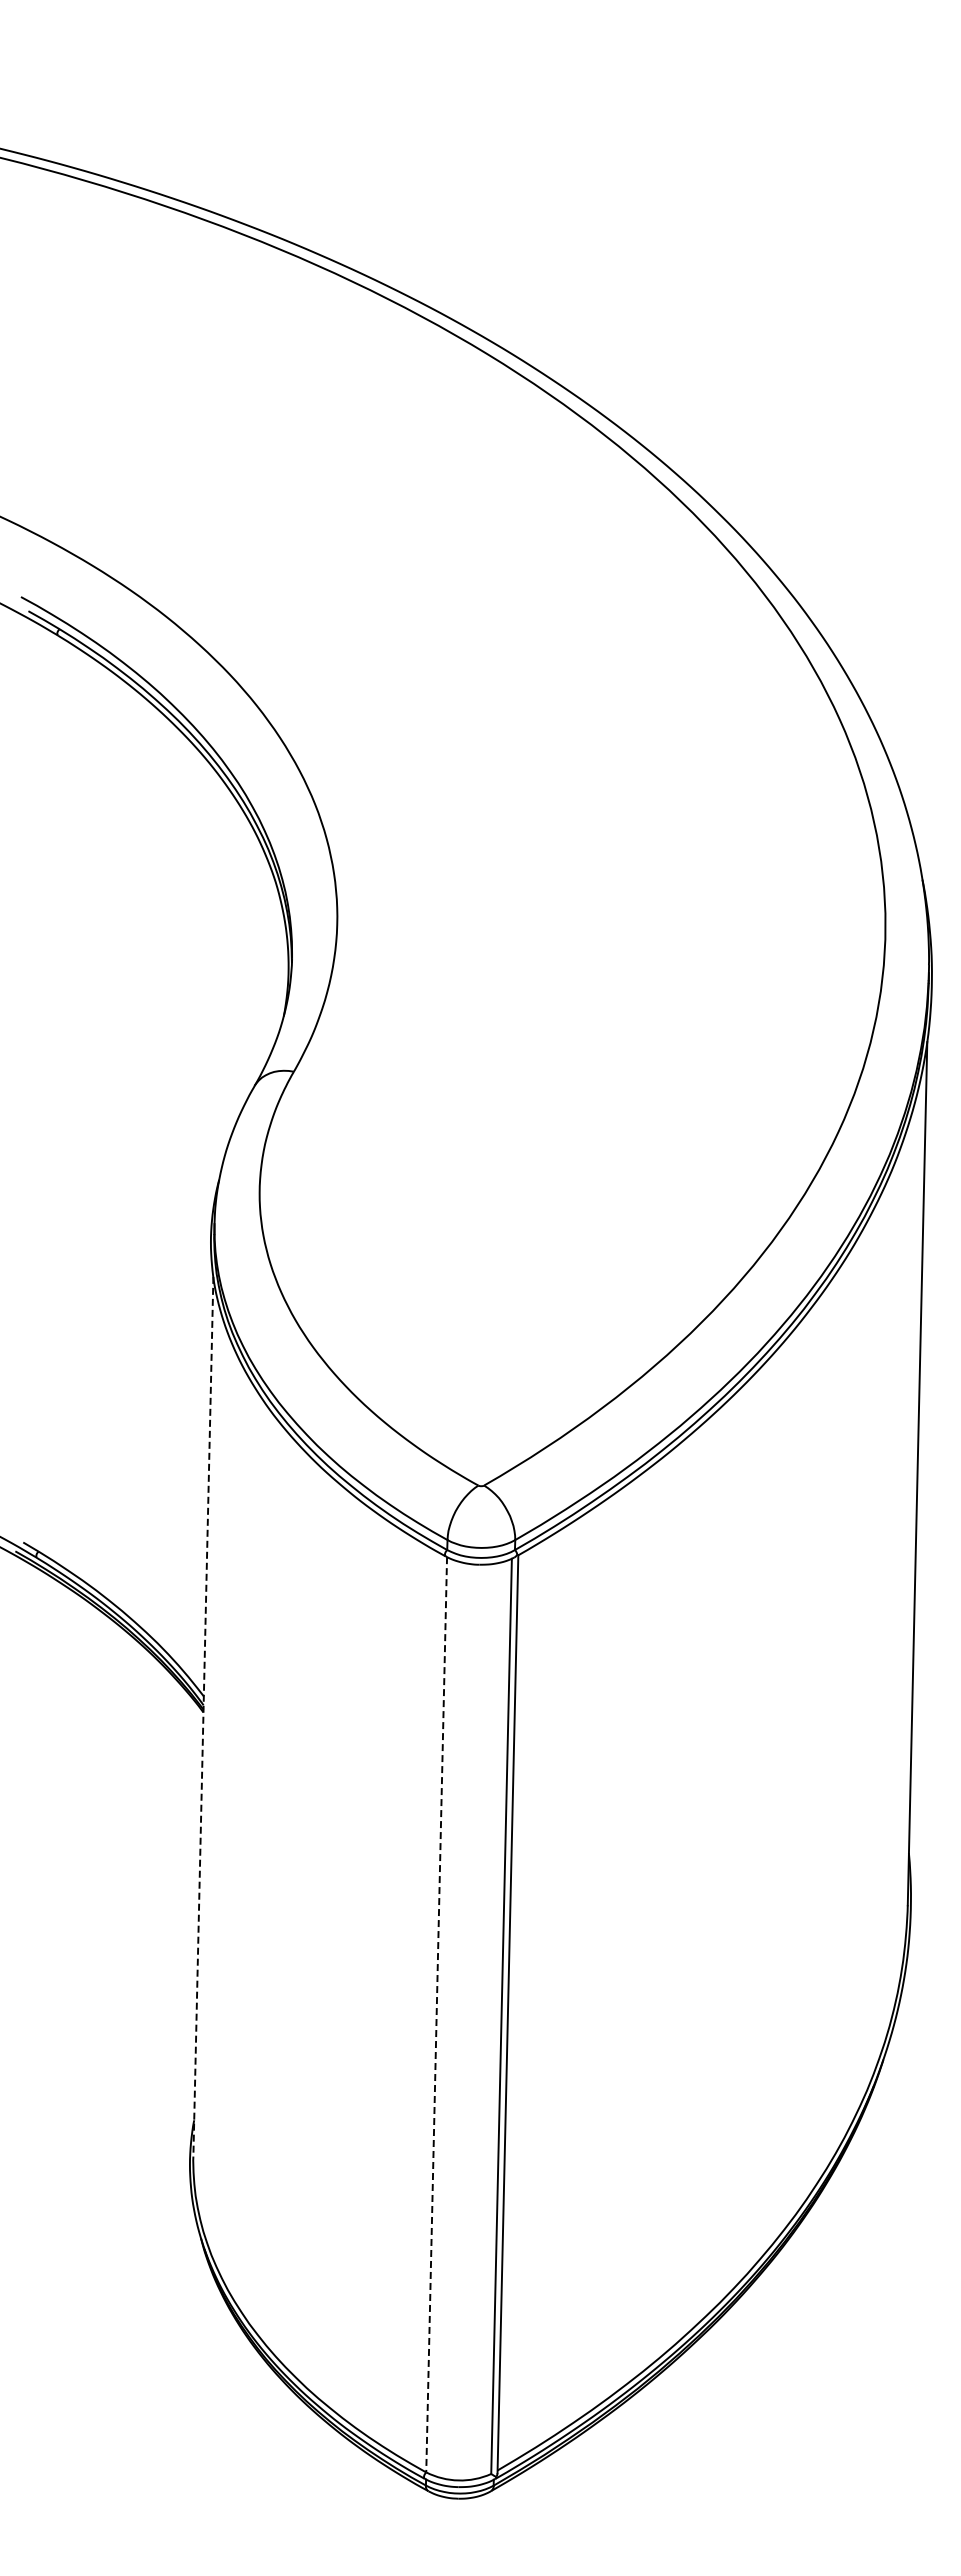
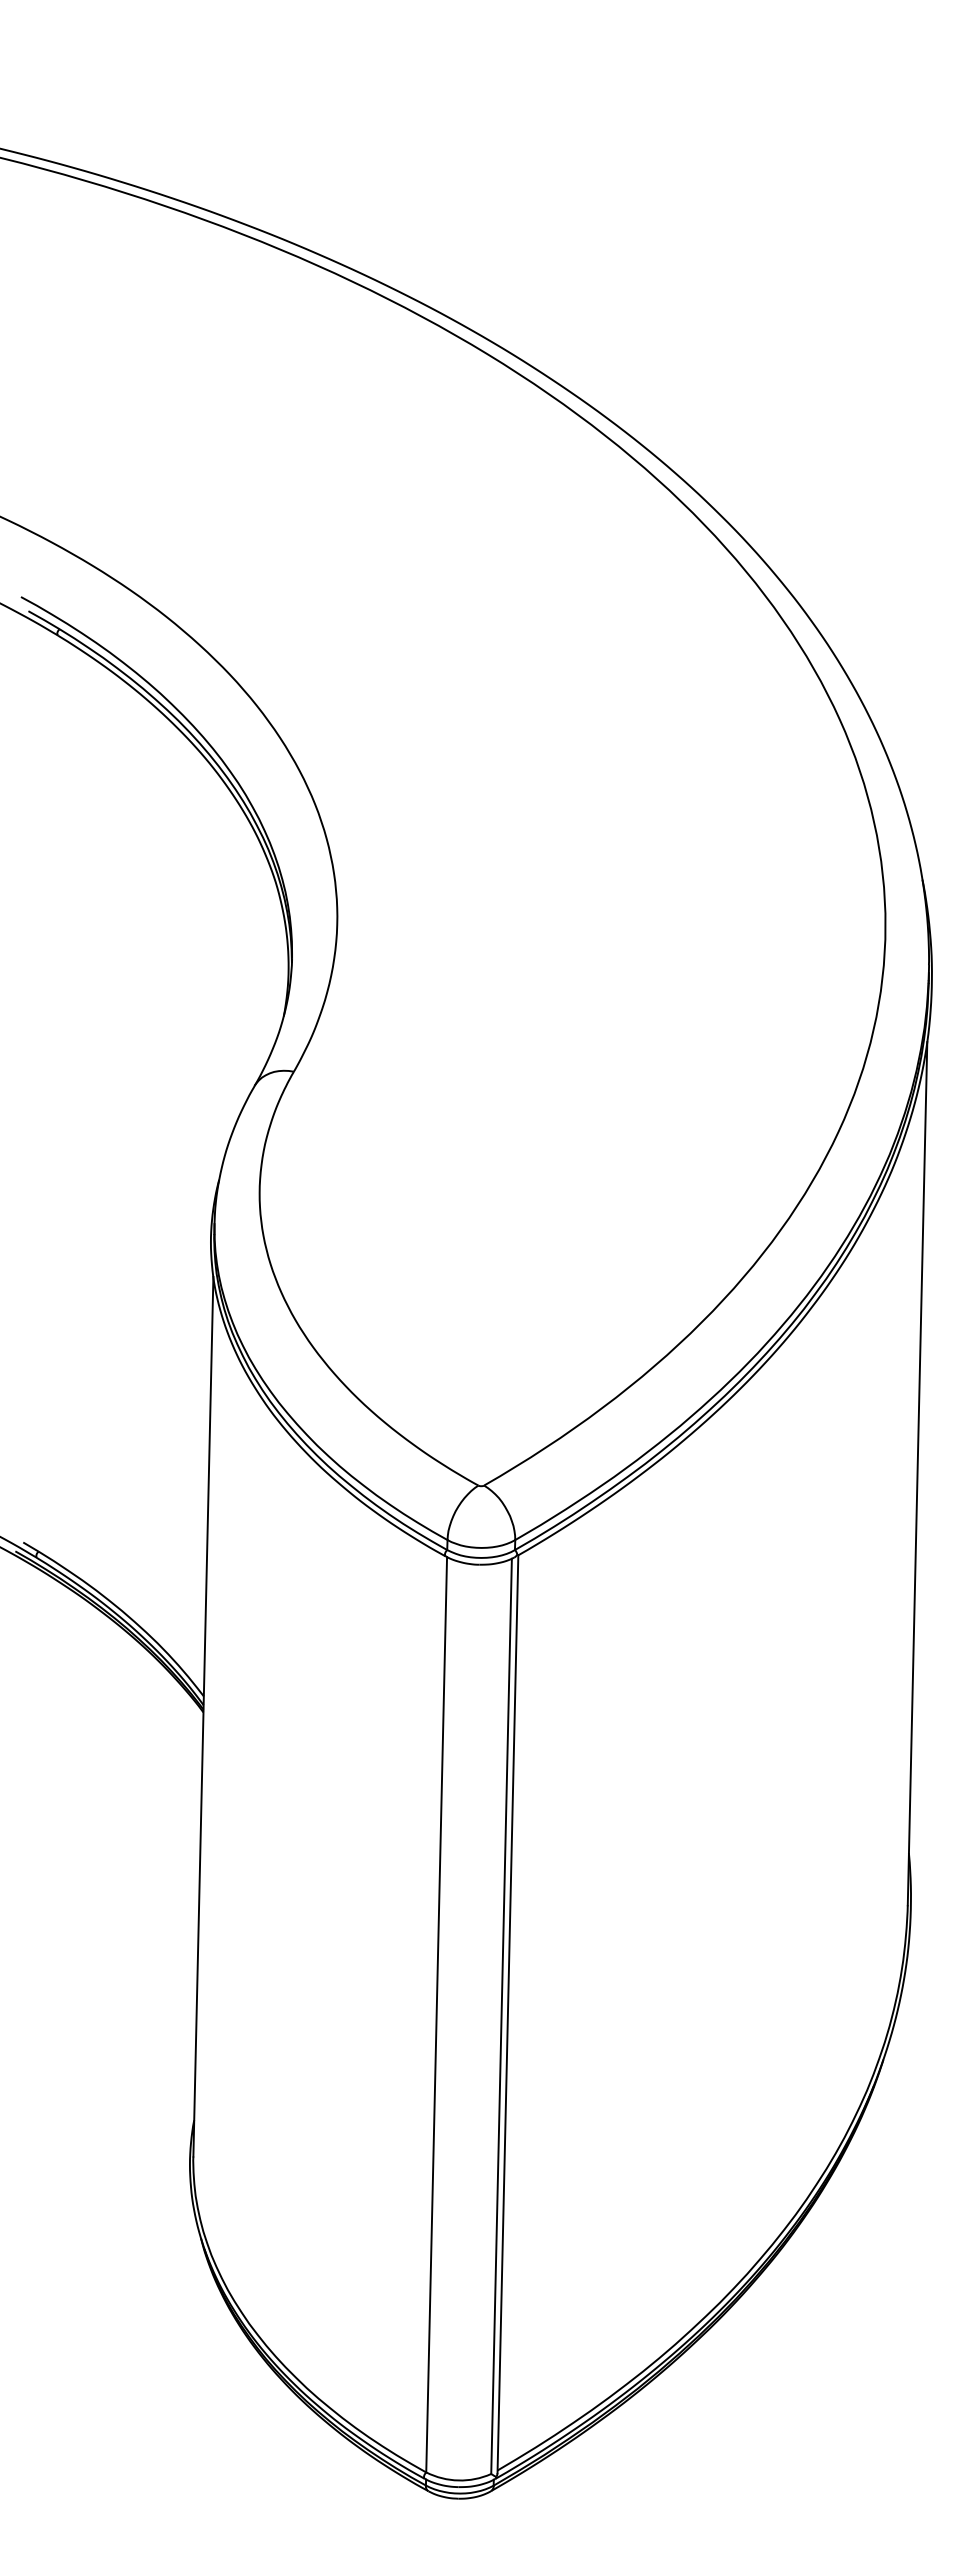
line at (203, 1716): dashed -> solid
line at (436, 2014): dashed -> solid
